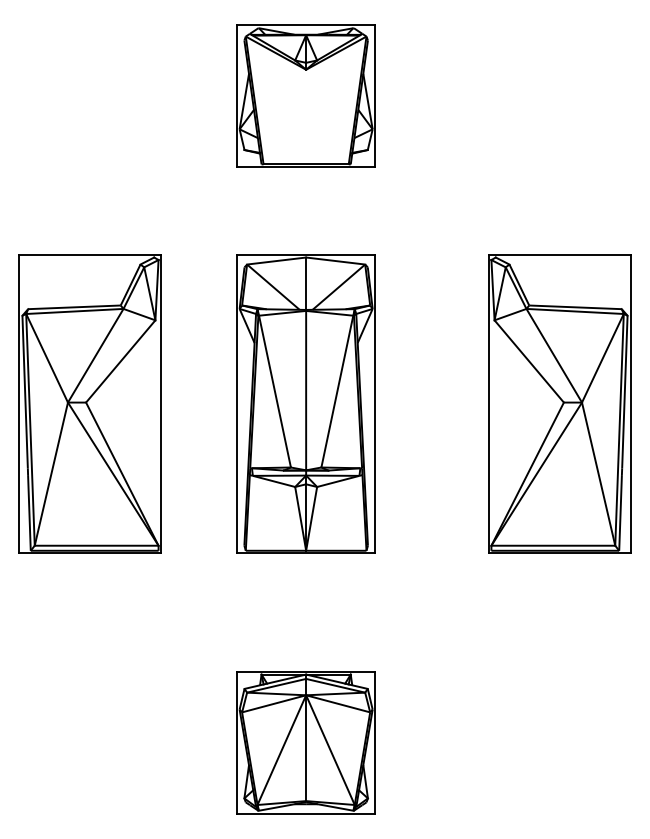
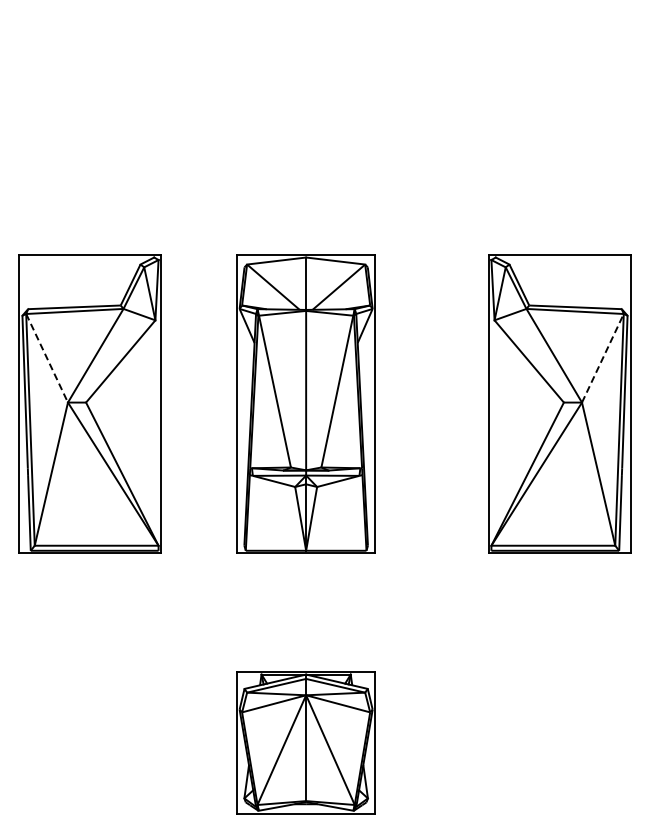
part at (305, 95): present -> none
line at (47, 358): solid -> dashed
line at (602, 358): solid -> dashed
